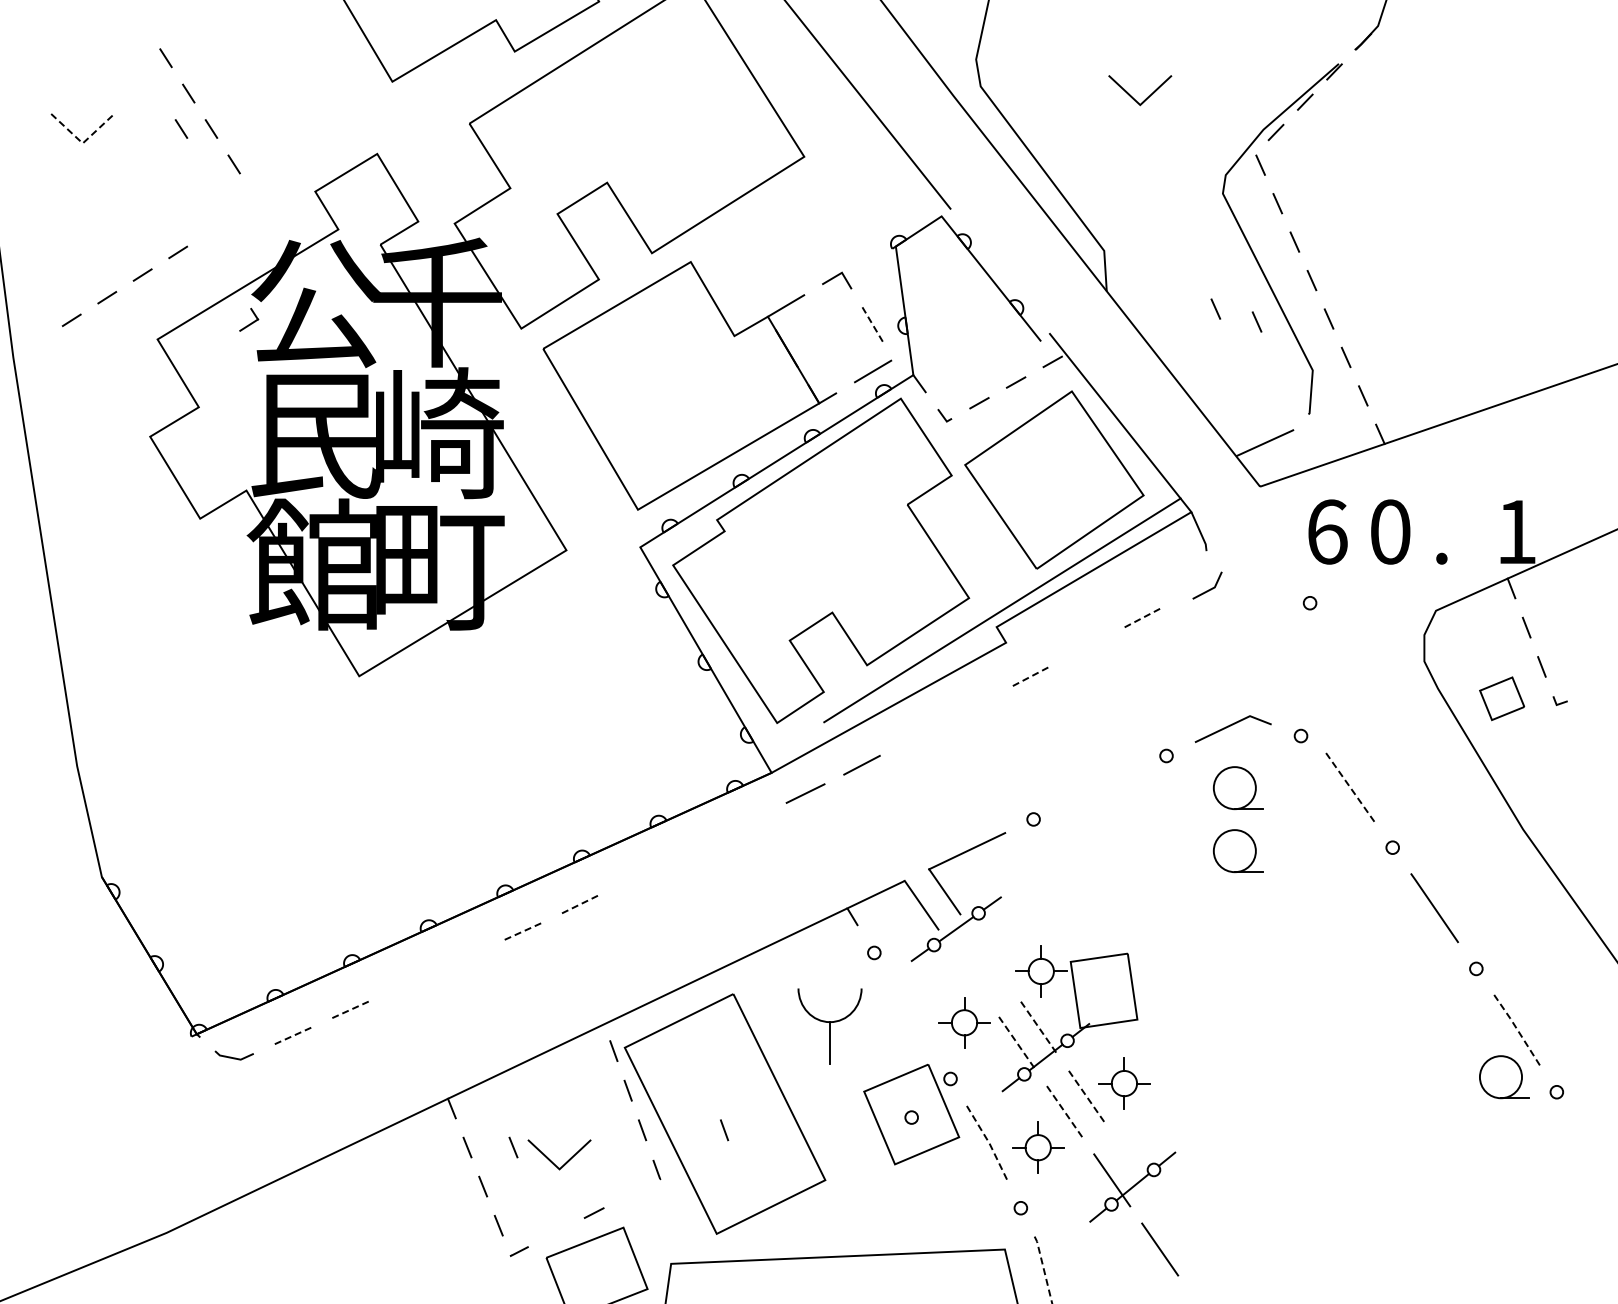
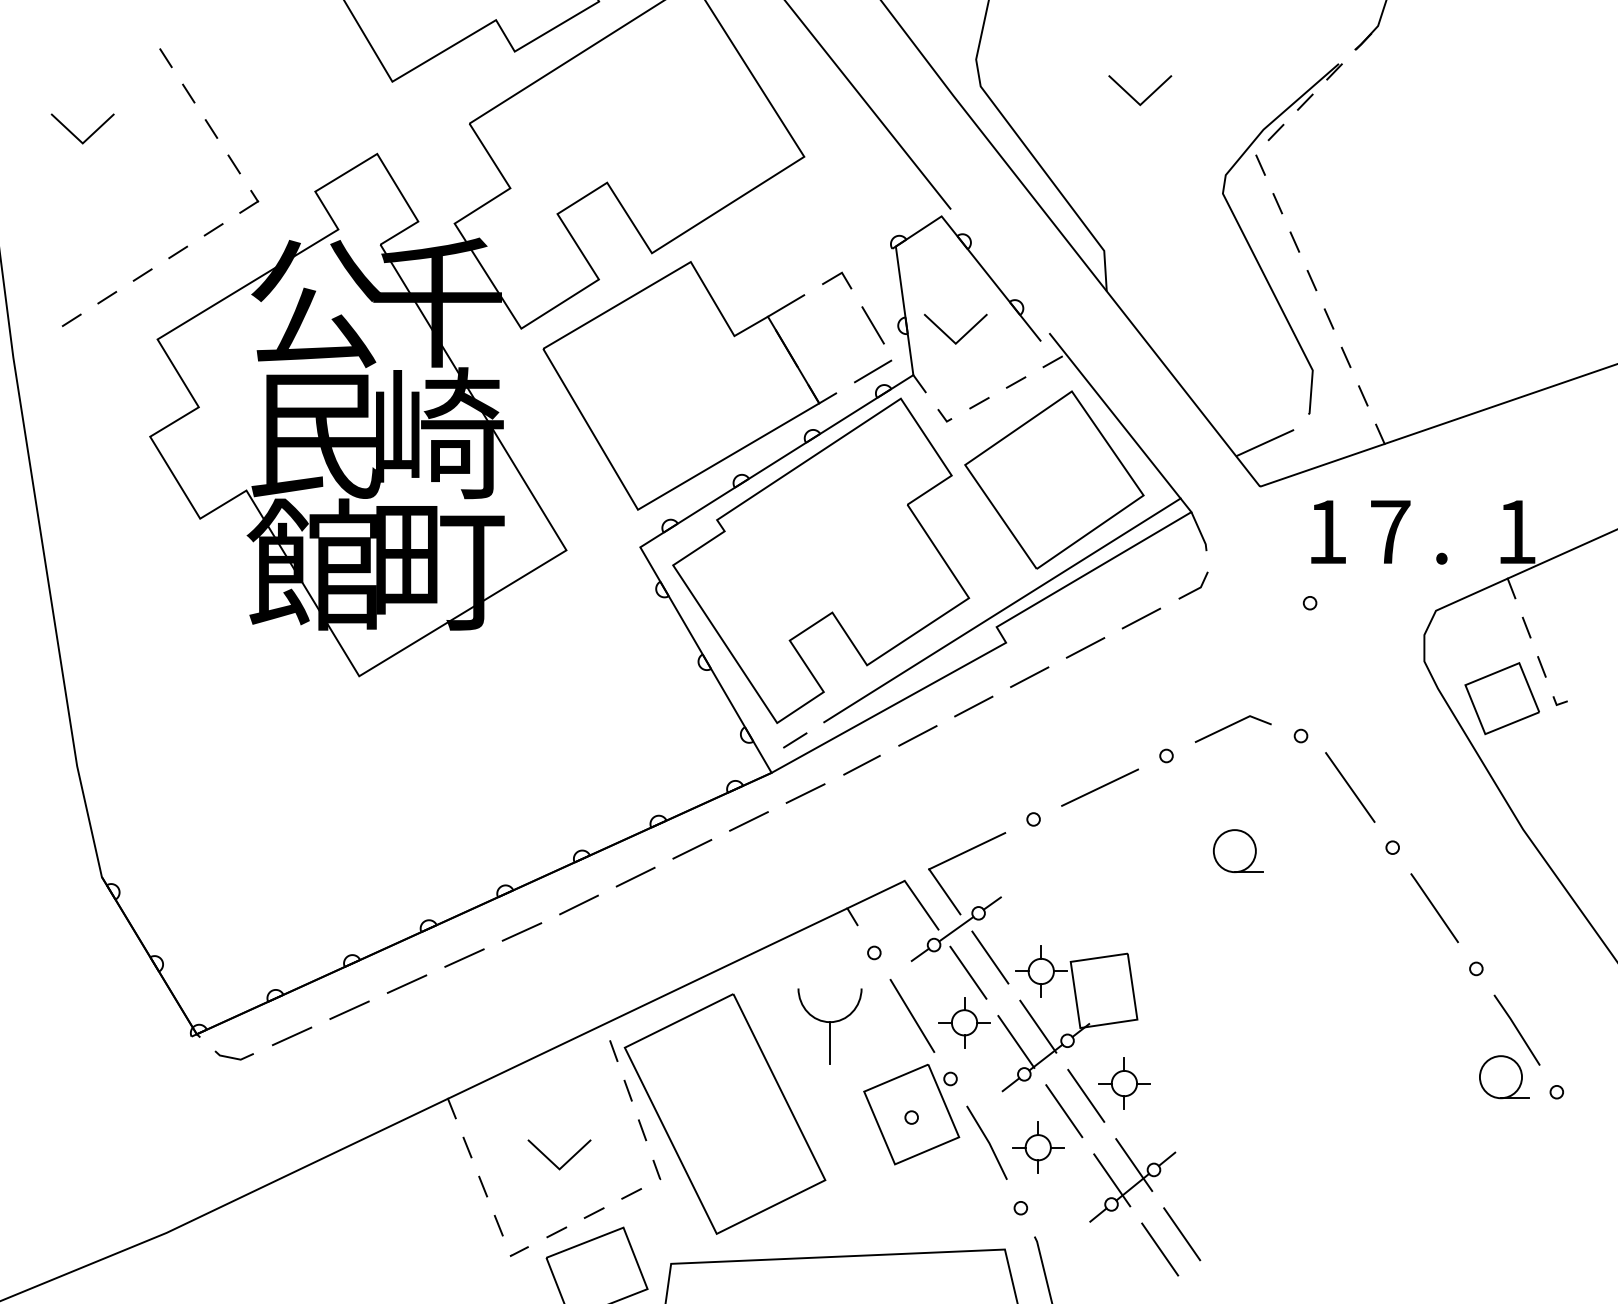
line at (181, 128): present -> none
line at (82, 143): dashed -> solid
line at (213, 229): none -> present
line at (1215, 308): present -> none
part at (249, 319) position: (249, 319) -> (249, 201)
line at (1256, 321): present -> none
line at (873, 325): dashed -> solid
line at (948, 335): none -> present
text at (1327, 531): 6 -> 1
text at (1390, 531): 0 -> 7
line at (1208, 589) position: (1208, 589) -> (1194, 589)
line at (1141, 618): dashed -> solid
line at (1085, 647): none -> present
line at (1029, 677): dashed -> solid
part at (1502, 698) size: 47x46 px -> 76x74 px
line at (973, 706): none -> present
line at (917, 735): none -> present
line at (795, 740): none -> present
line at (1100, 787): none -> present
line at (1350, 787): dashed -> solid
part at (1238, 788): present -> none
line at (748, 821): none -> present
line at (692, 849): none -> present
line at (635, 876): none -> present
line at (578, 905): dashed -> solid
line at (521, 932): dashed -> solid
line at (464, 957): none -> present
line at (990, 957): none -> present
line at (968, 972): none -> present
line at (406, 983): none -> present
line at (349, 1010): dashed -> solid
line at (912, 1015): none -> present
line at (1038, 1026): dashed -> solid
line at (1517, 1029): dashed -> solid
line at (291, 1036): dashed -> solid
line at (1016, 1041): dashed -> solid
line at (1086, 1095): dashed -> solid
line at (1064, 1111): dashed -> solid
line at (724, 1130): present -> none
line at (988, 1142): dashed -> solid
line at (513, 1147): present -> none
line at (1134, 1165): none -> present
line at (631, 1193): none -> present
line at (556, 1232): none -> present
line at (1182, 1234): none -> present
line at (1043, 1269): dashed -> solid
